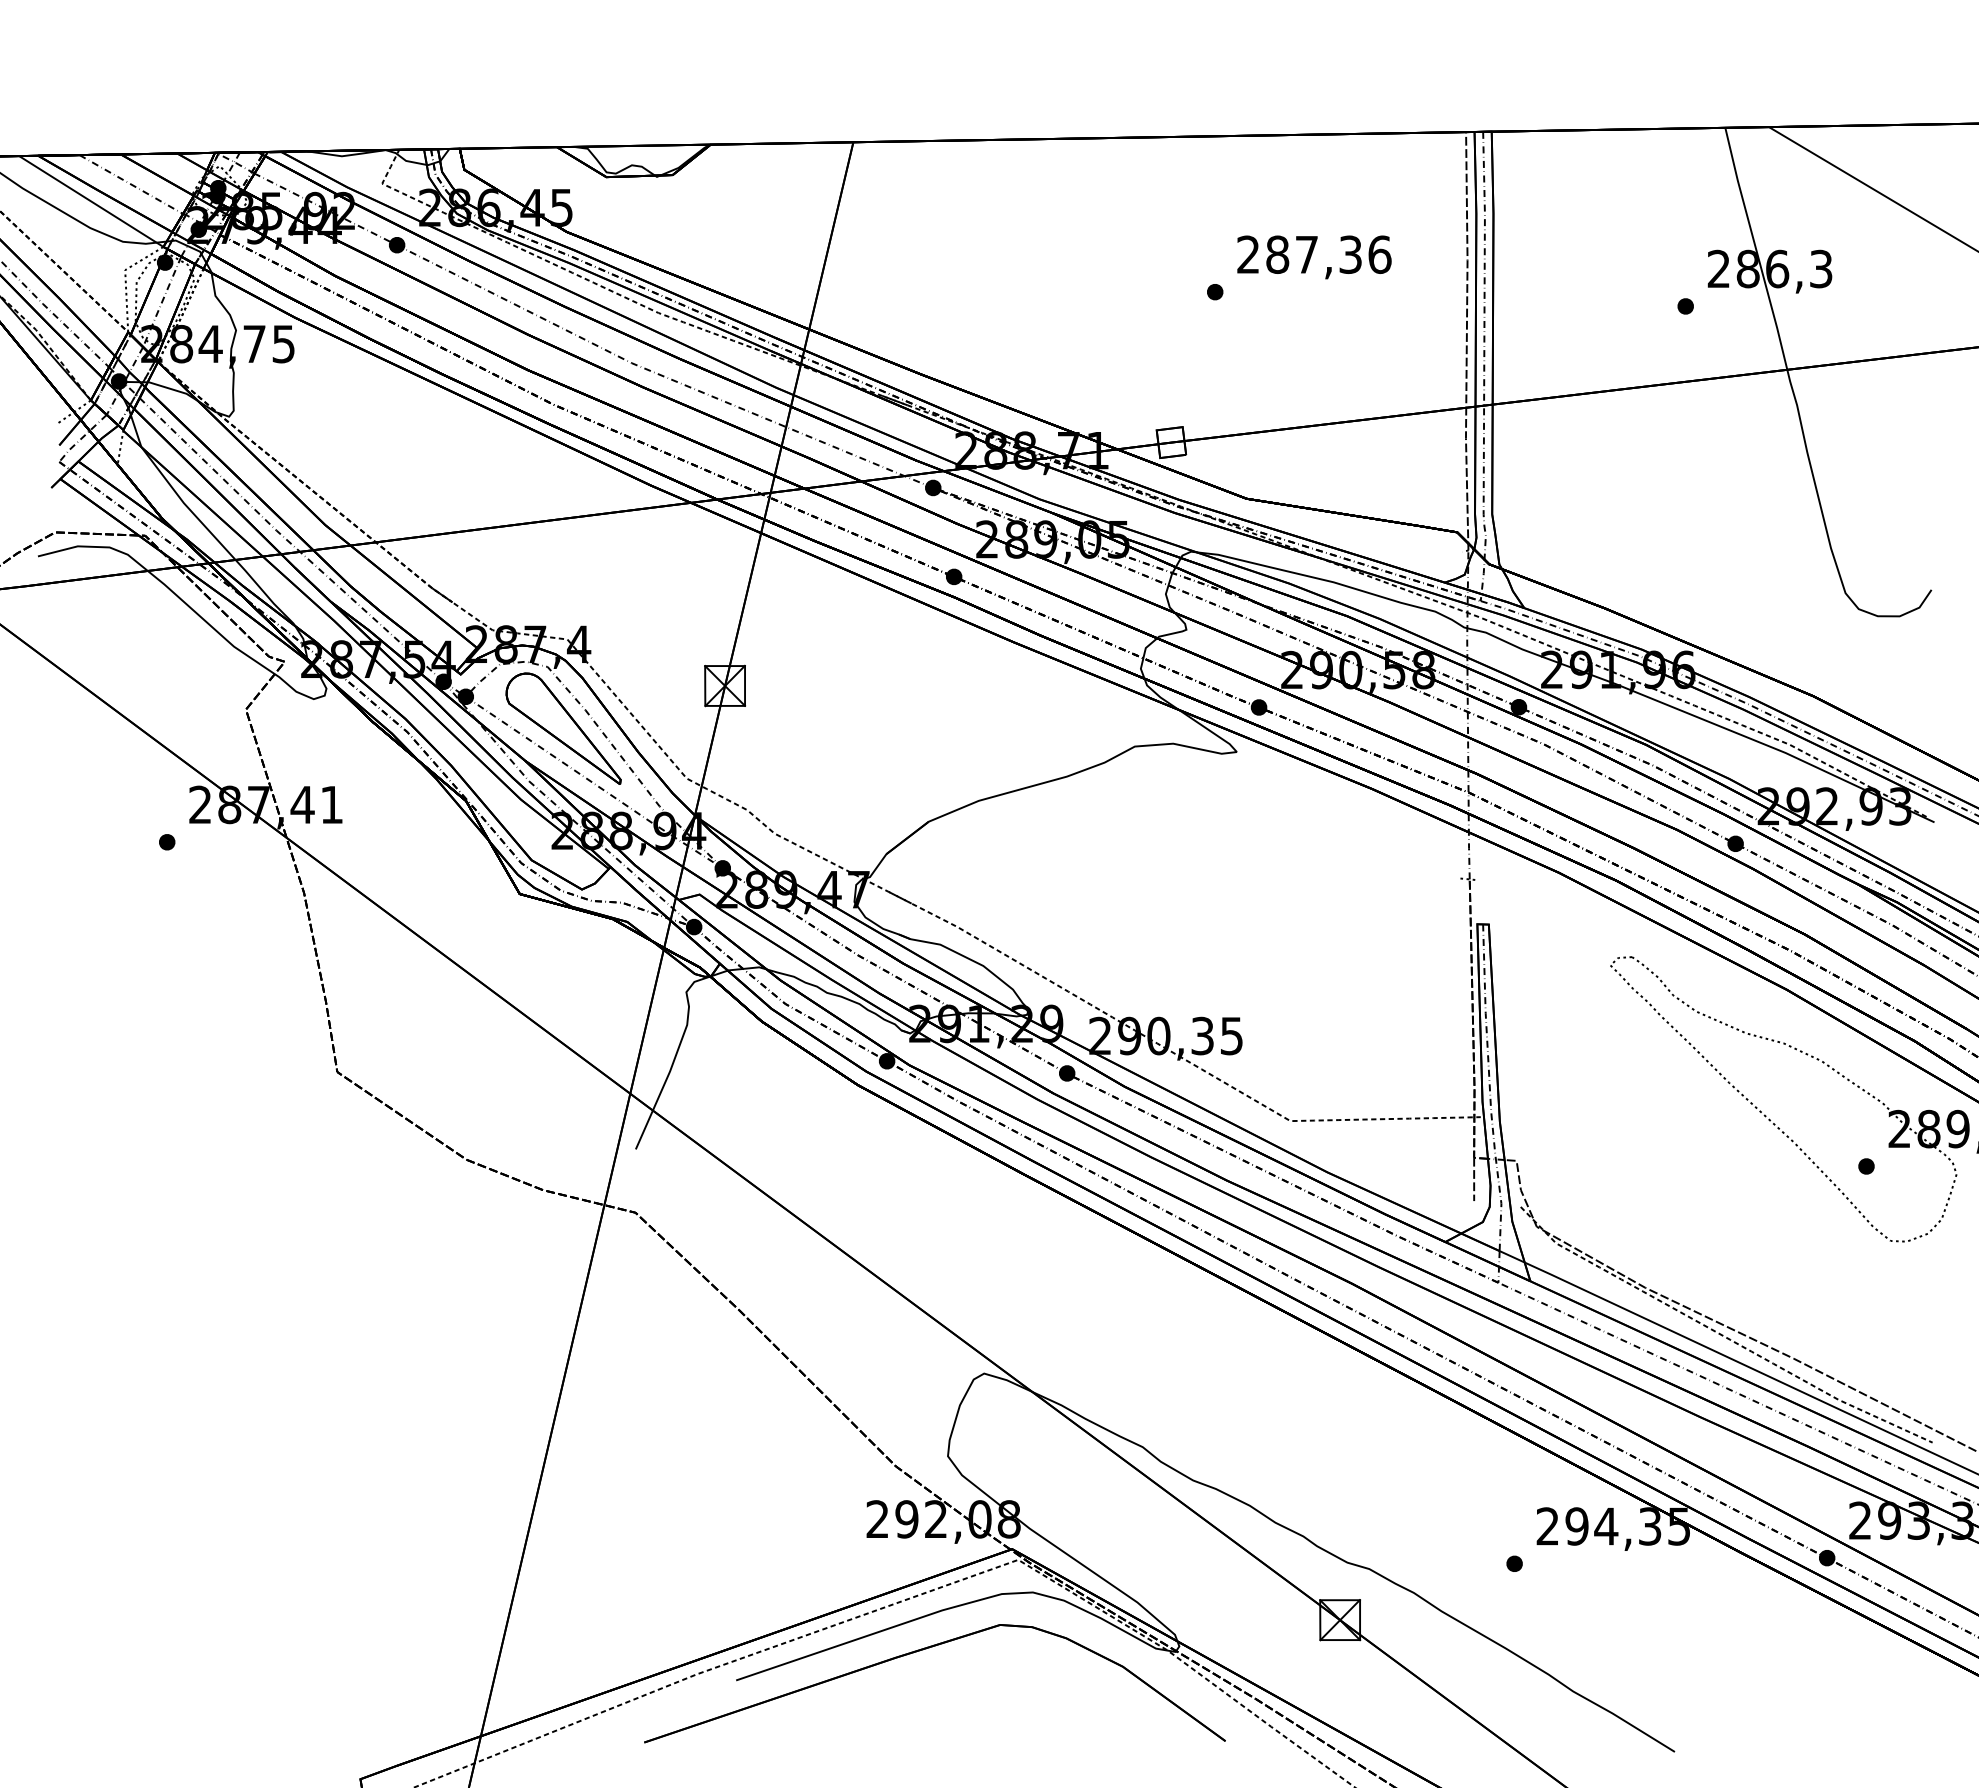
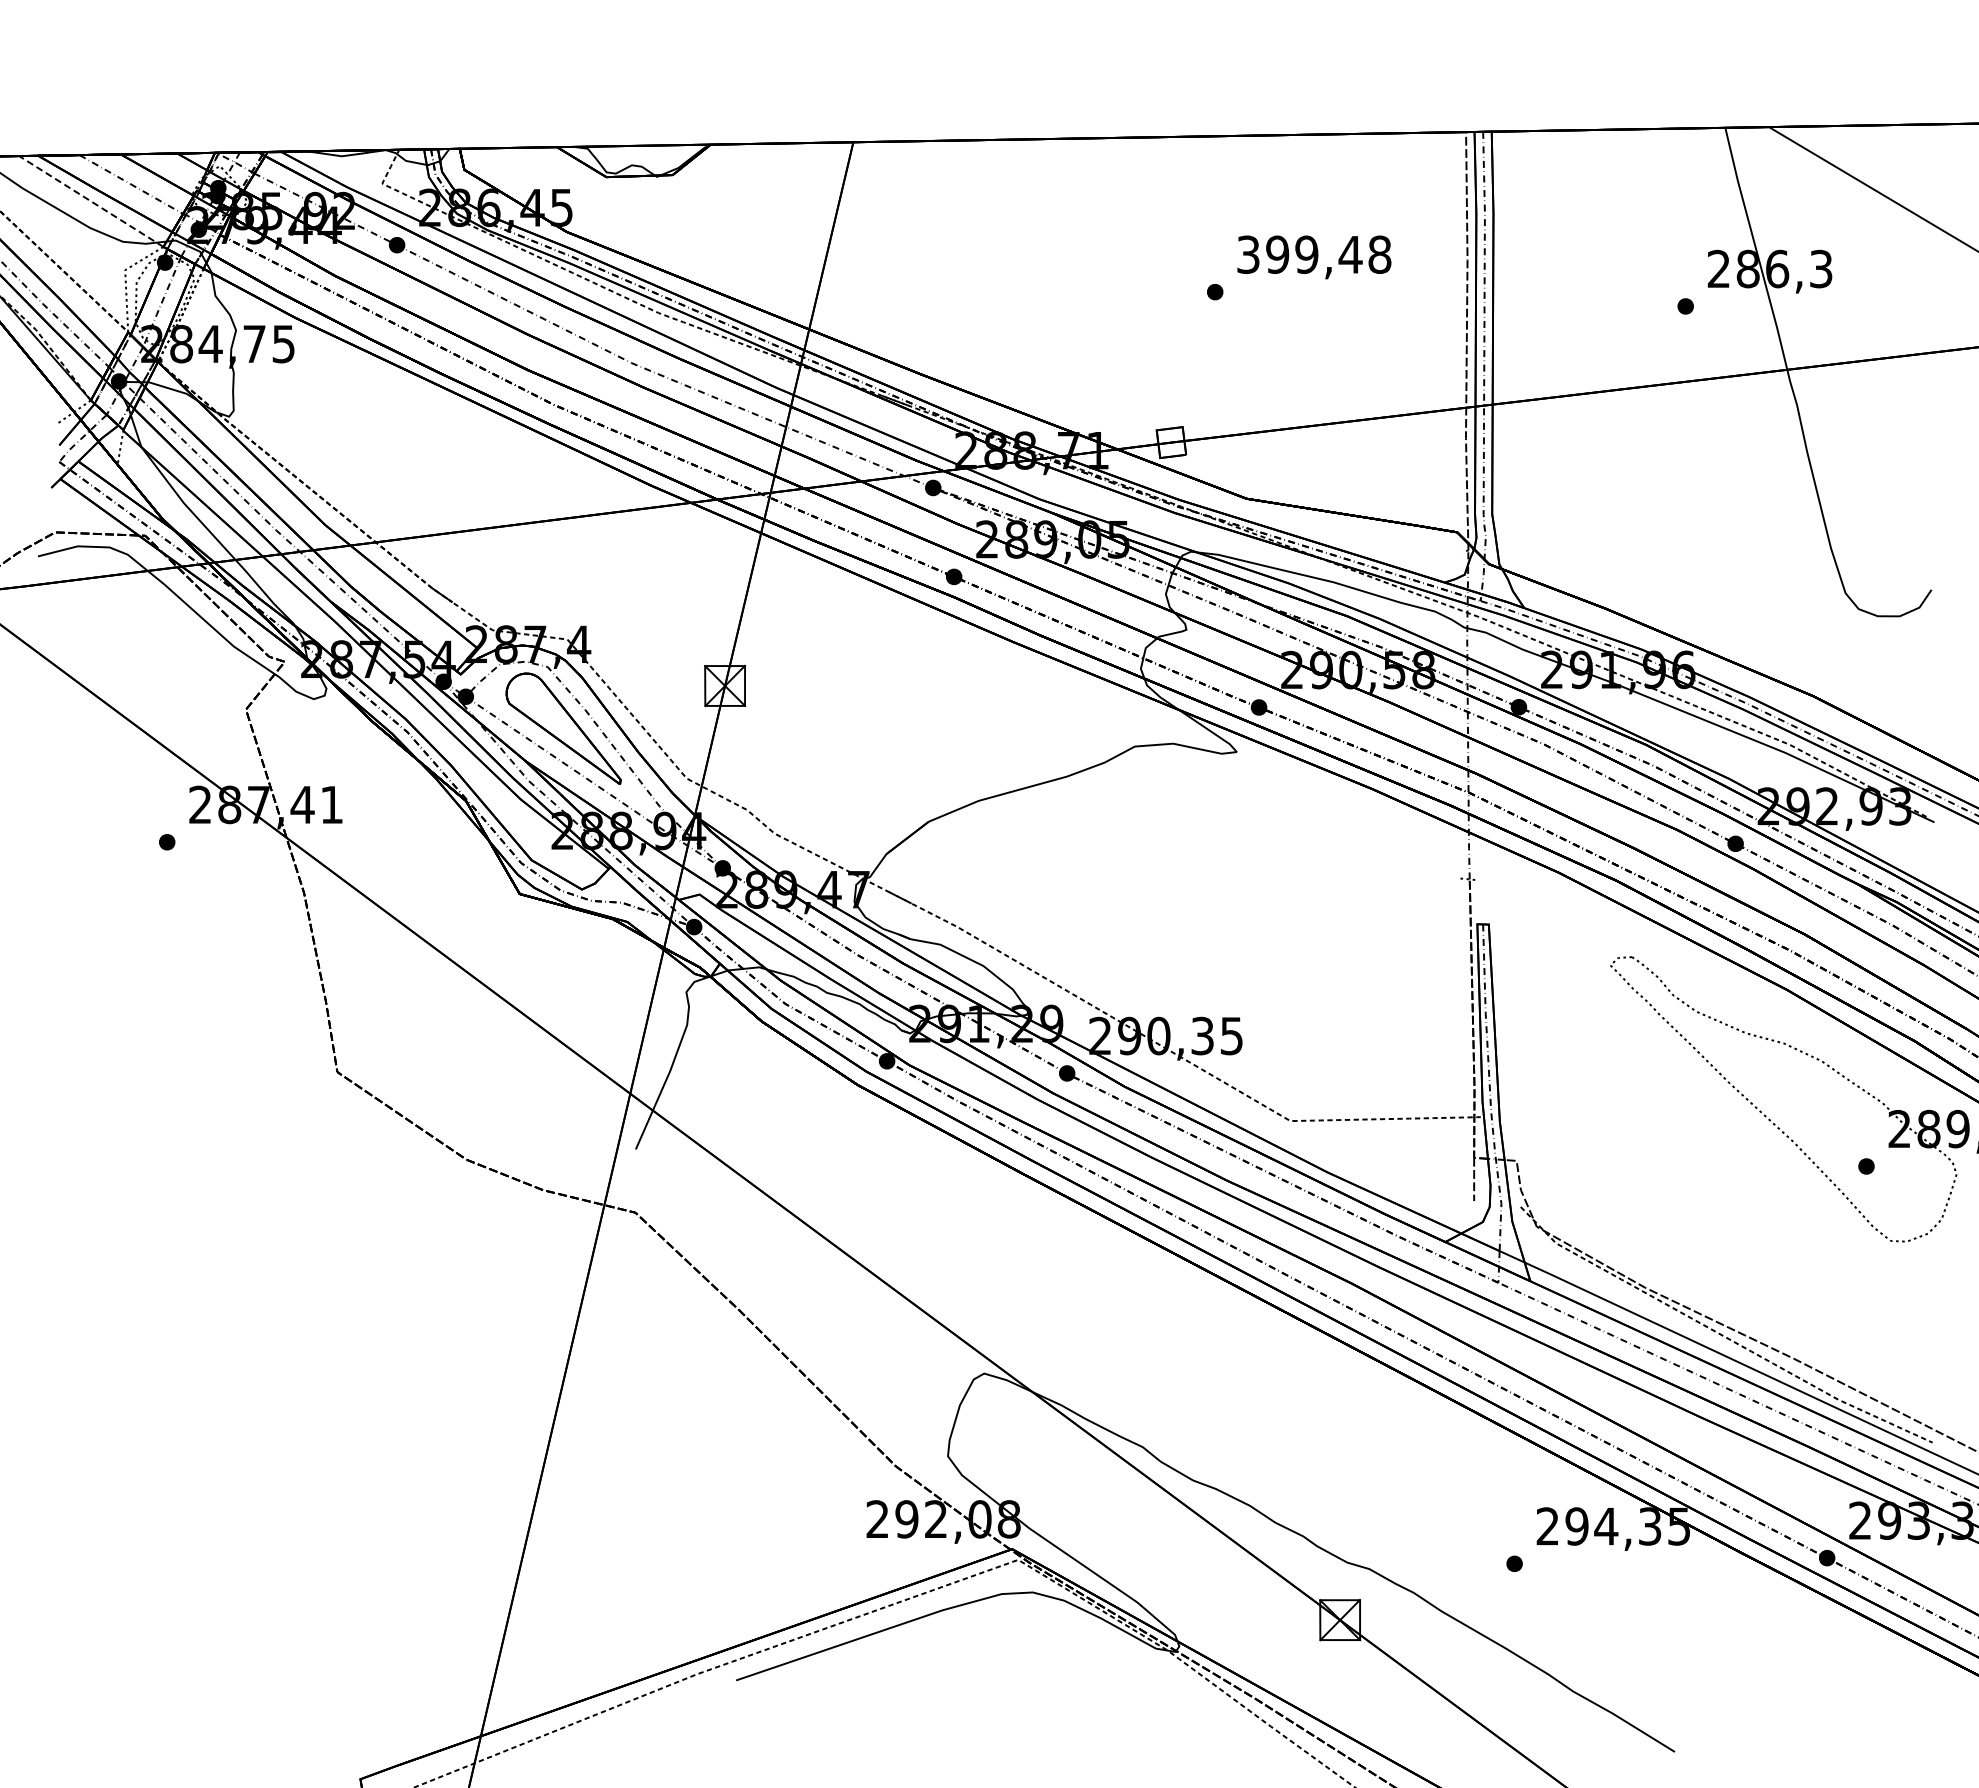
line at (90, 201): solid -> dashed
text at (1314, 254): 287,36 -> 399,48
part at (923, 1650): present -> none
